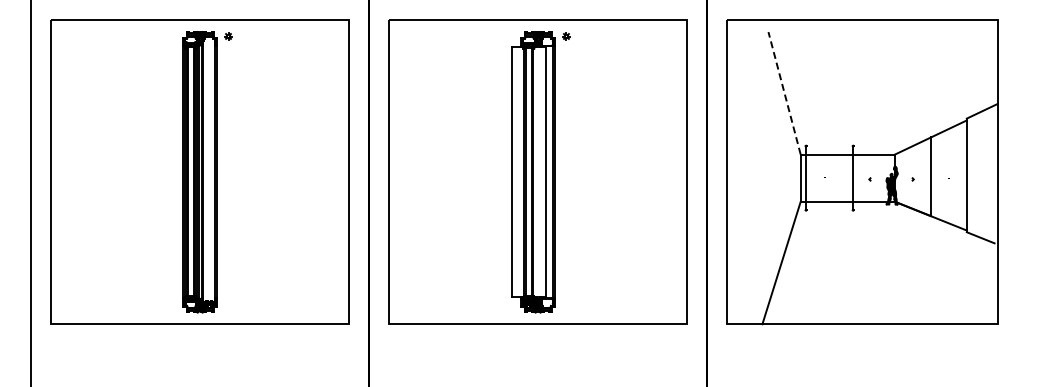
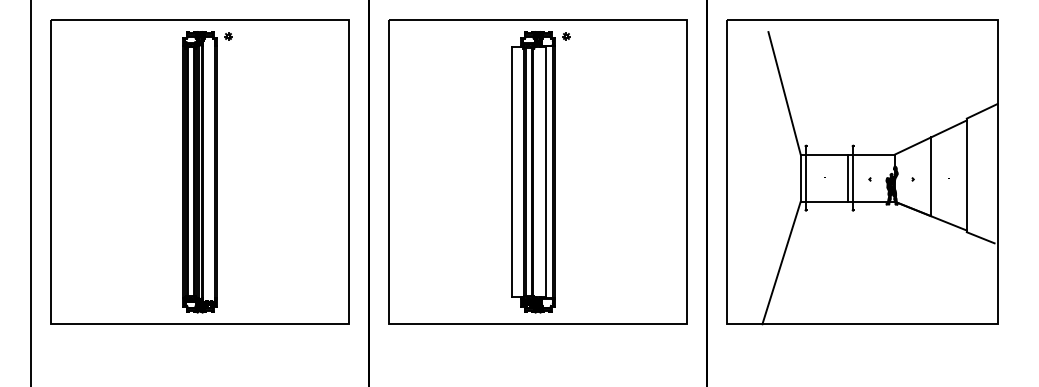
line at (784, 92): dashed -> solid
line at (847, 177): none -> present
